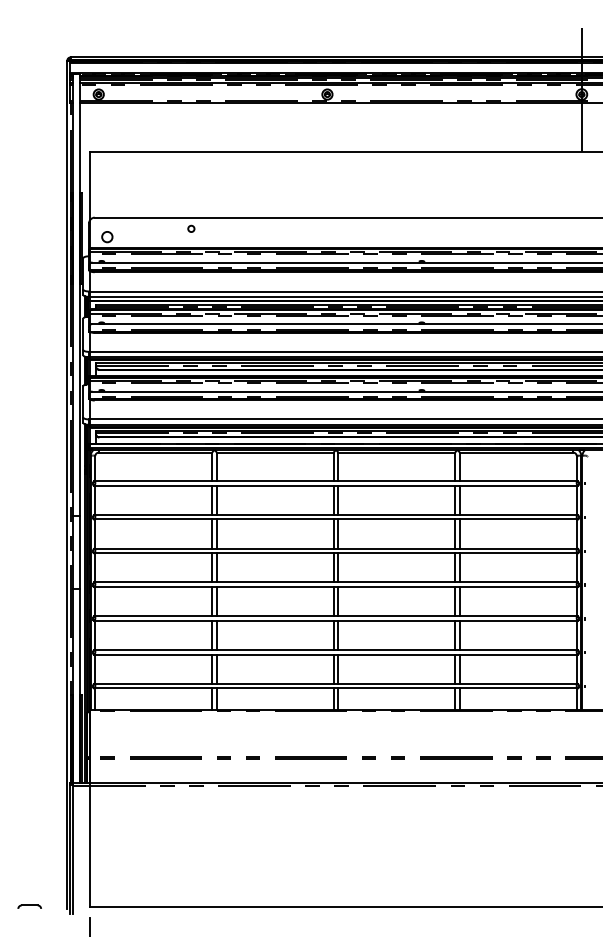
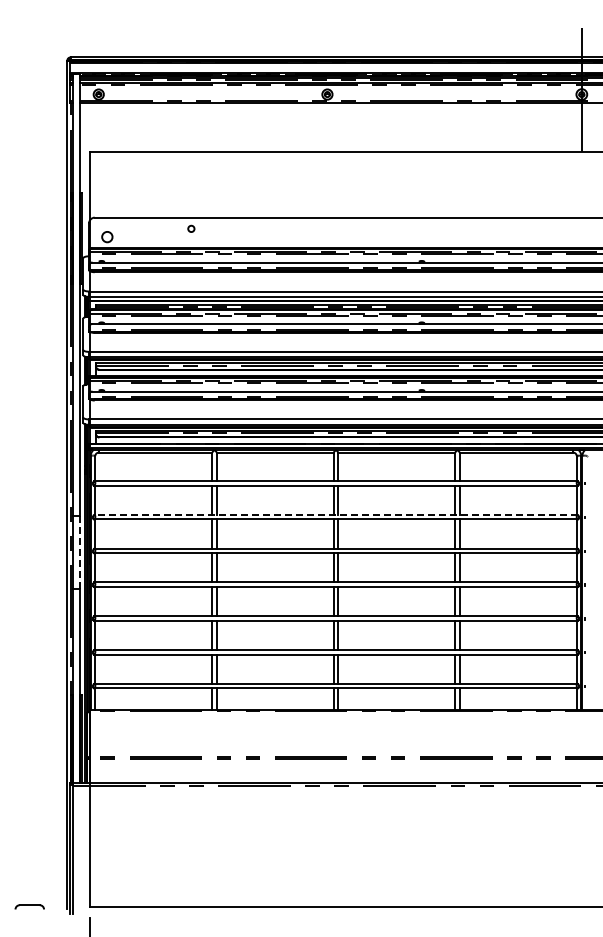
line at (336, 514): solid -> dashed
line at (79, 552): solid -> dashed
part at (29, 906) size: 25x5 px -> 31x6 px
